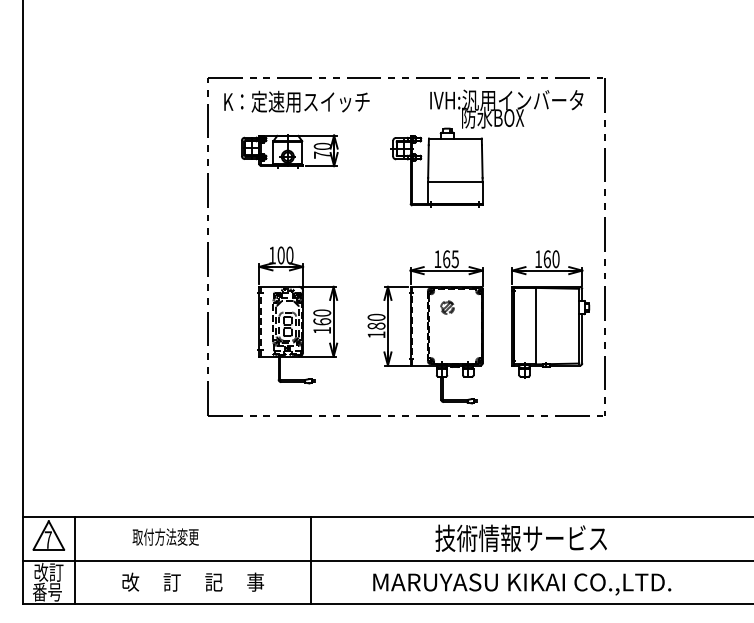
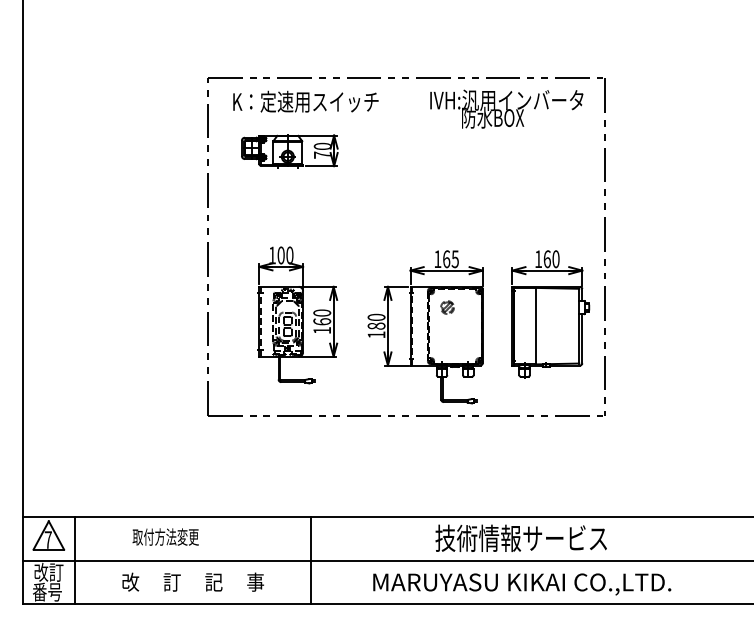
text at (296, 101) position: (296, 101) -> (305, 101)
part at (436, 167): present -> none
